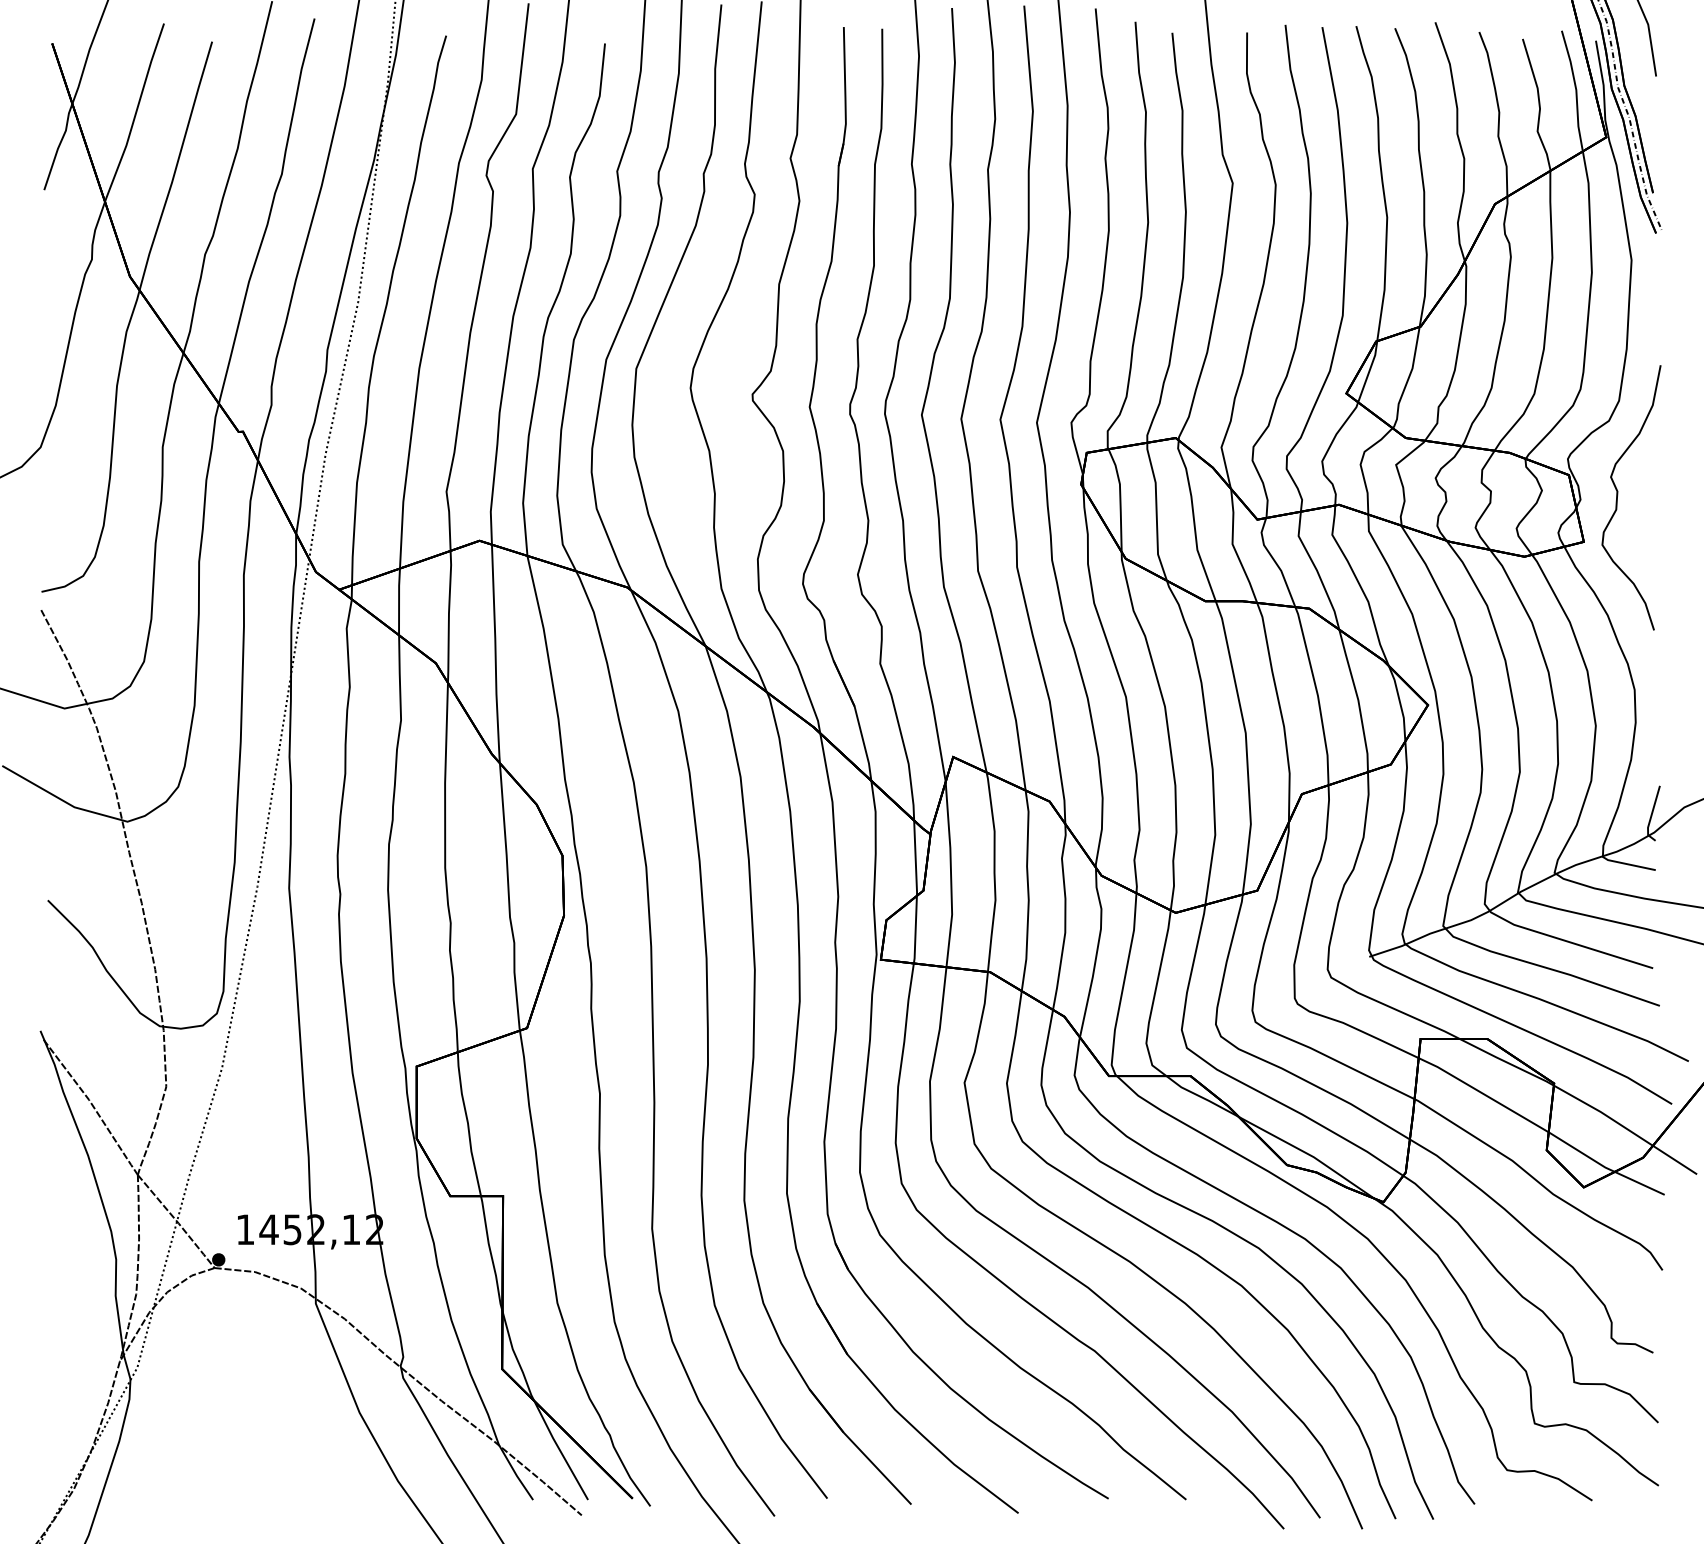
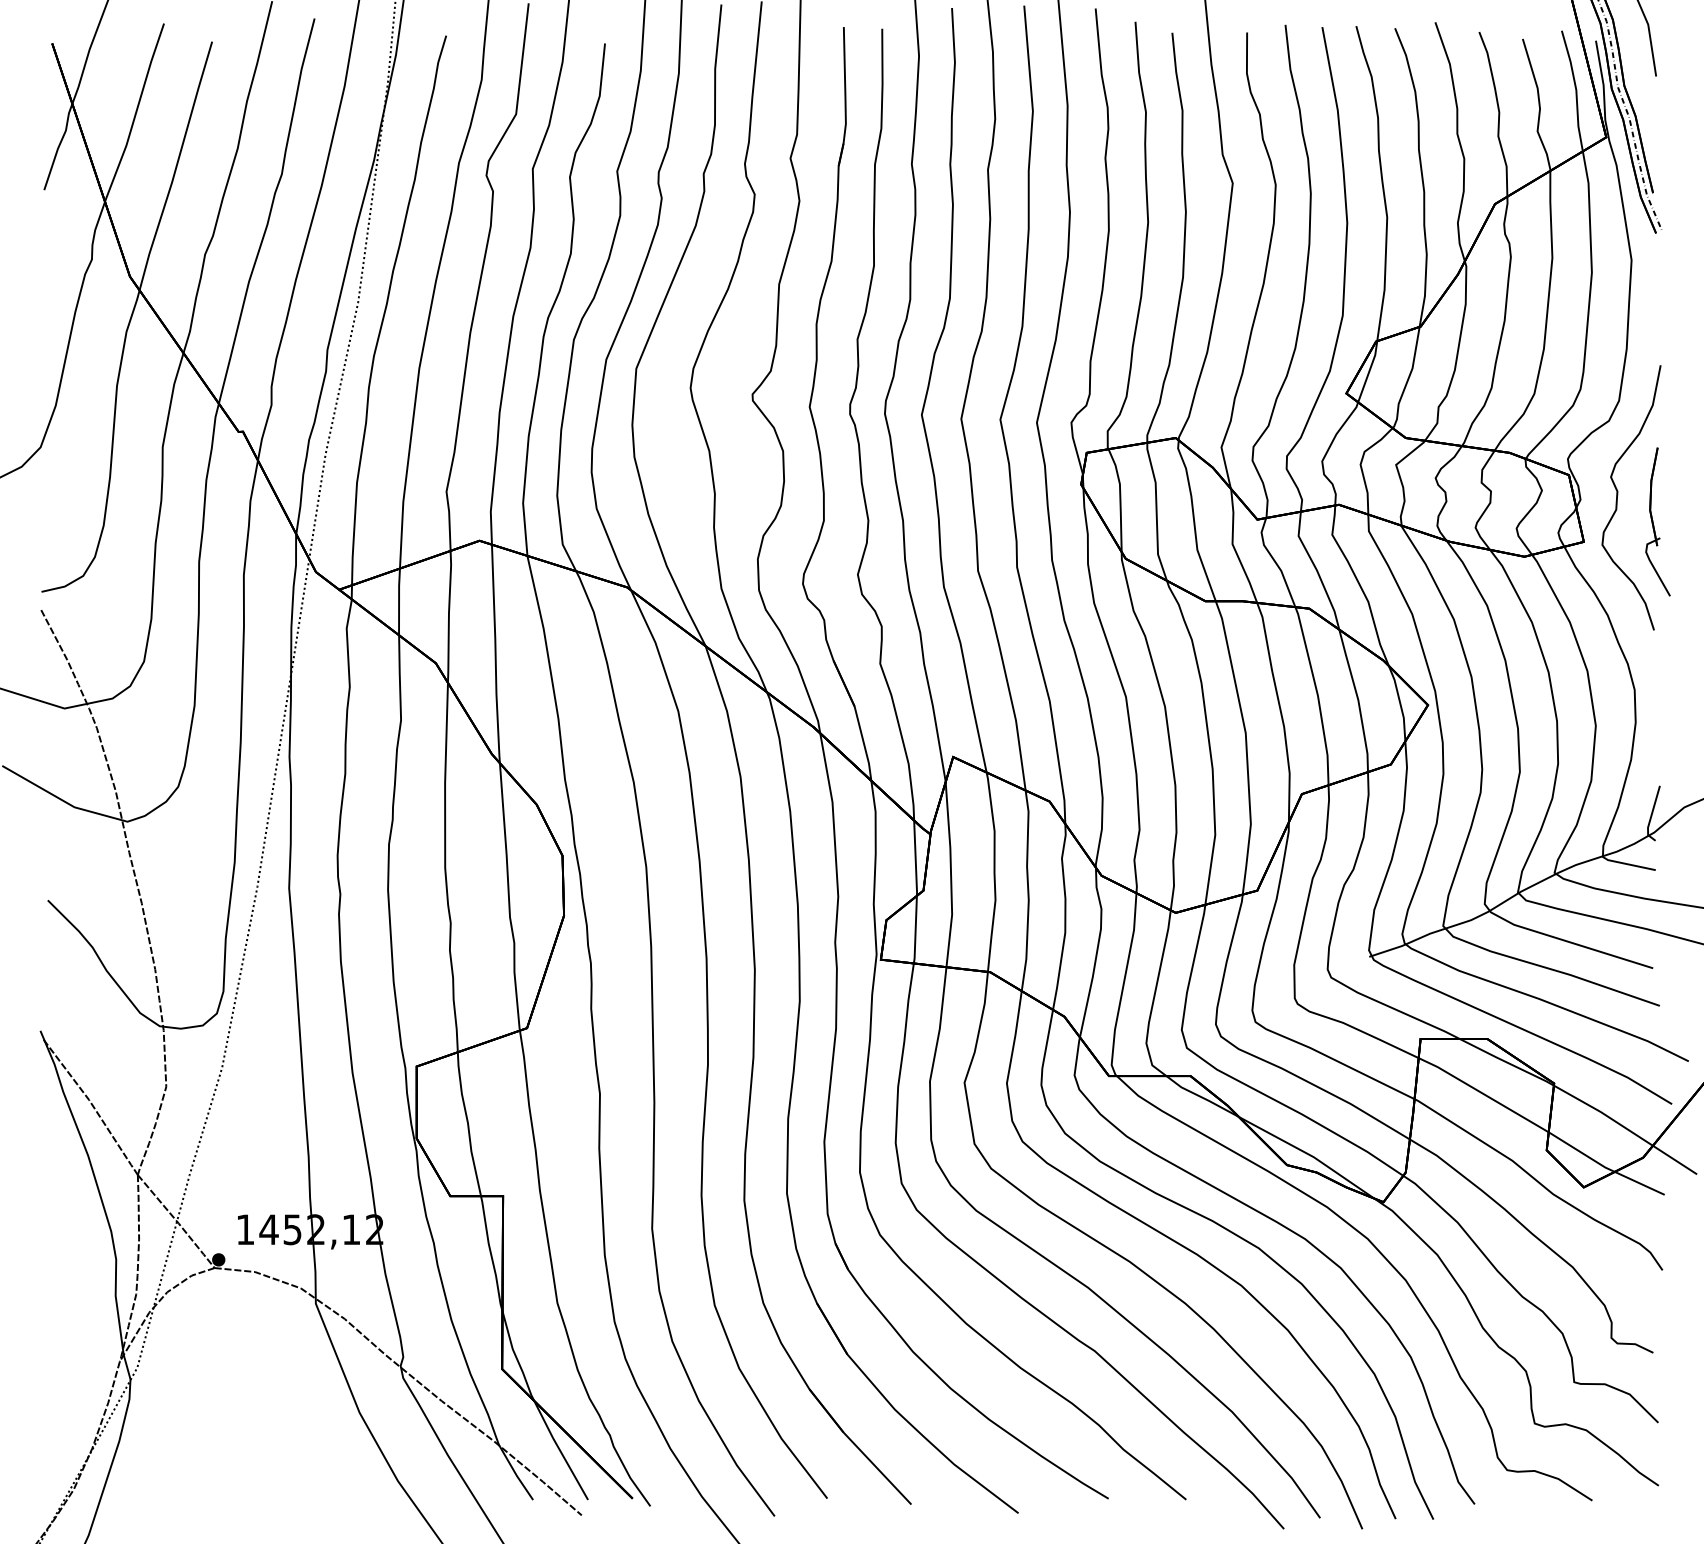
part at (1657, 521): none -> present
